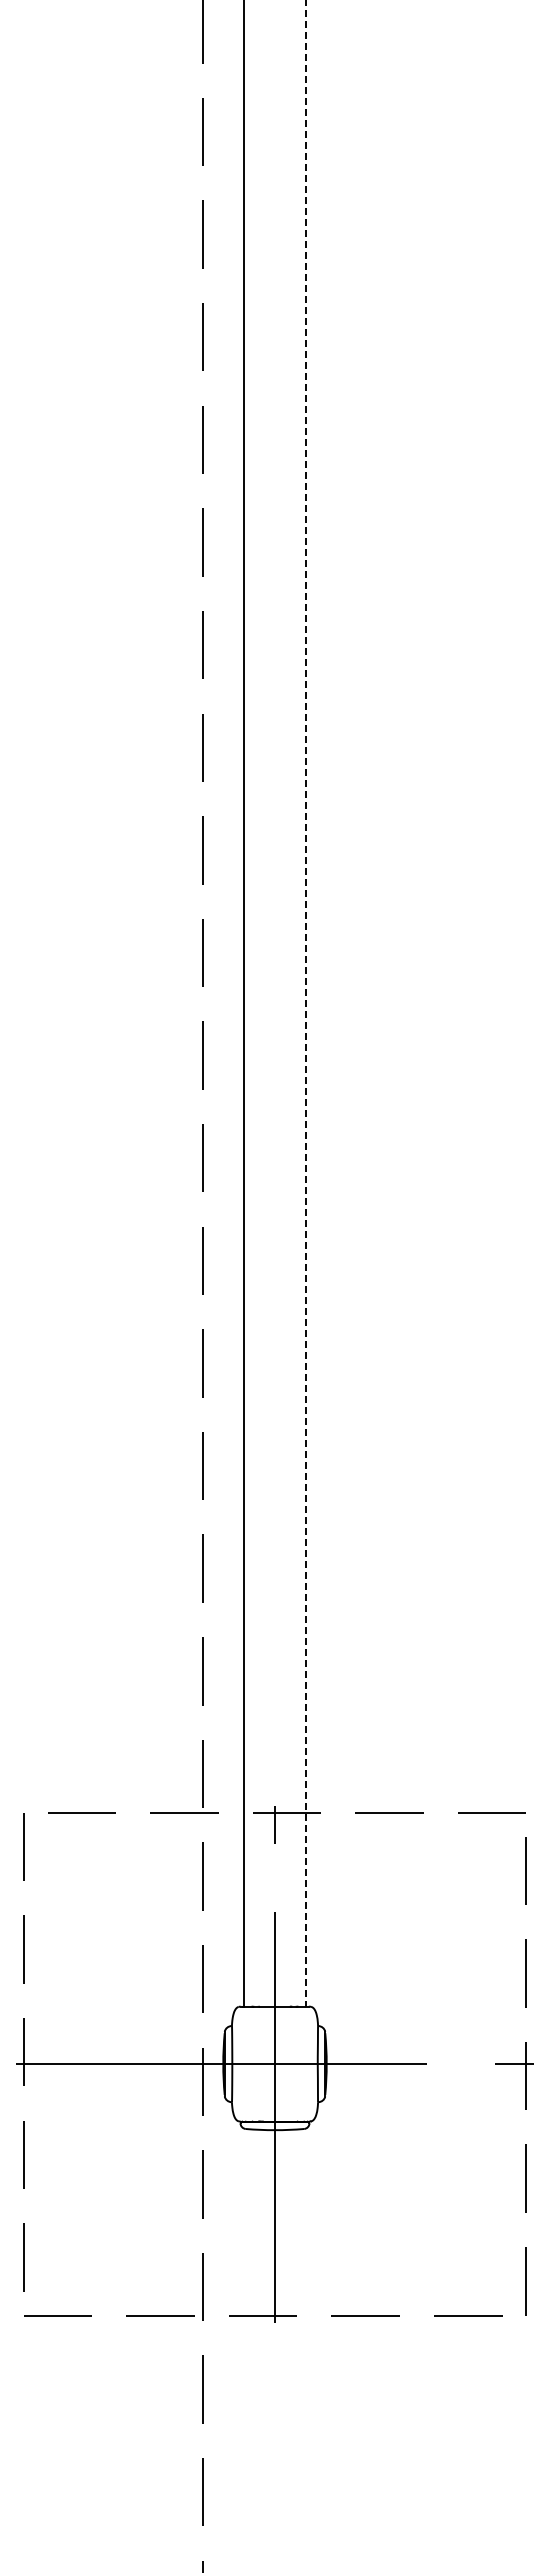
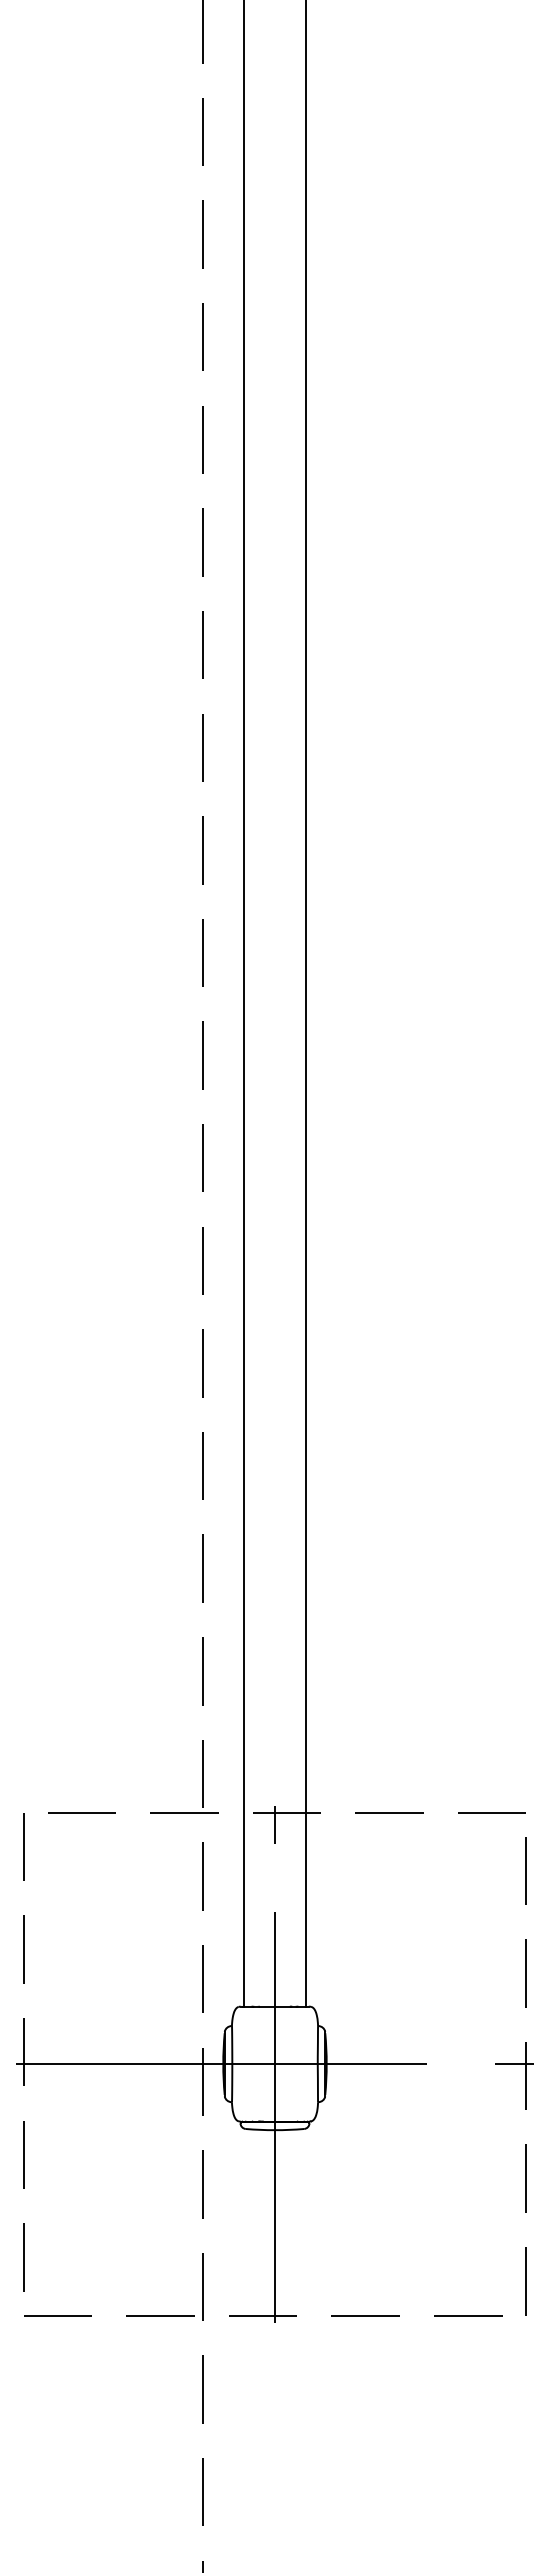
line at (305, 1003): dashed -> solid
